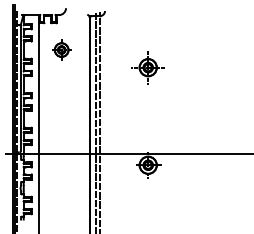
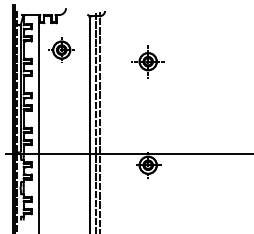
part at (61, 49) size: 20x22 px -> 27x26 px
part at (147, 67) position: (147, 67) -> (147, 61)
